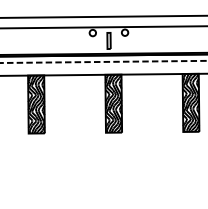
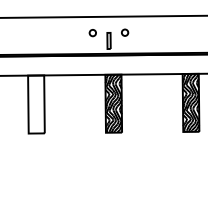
line at (103, 27): present -> none
line at (103, 61): present -> none
hatch at (36, 104): present -> none
